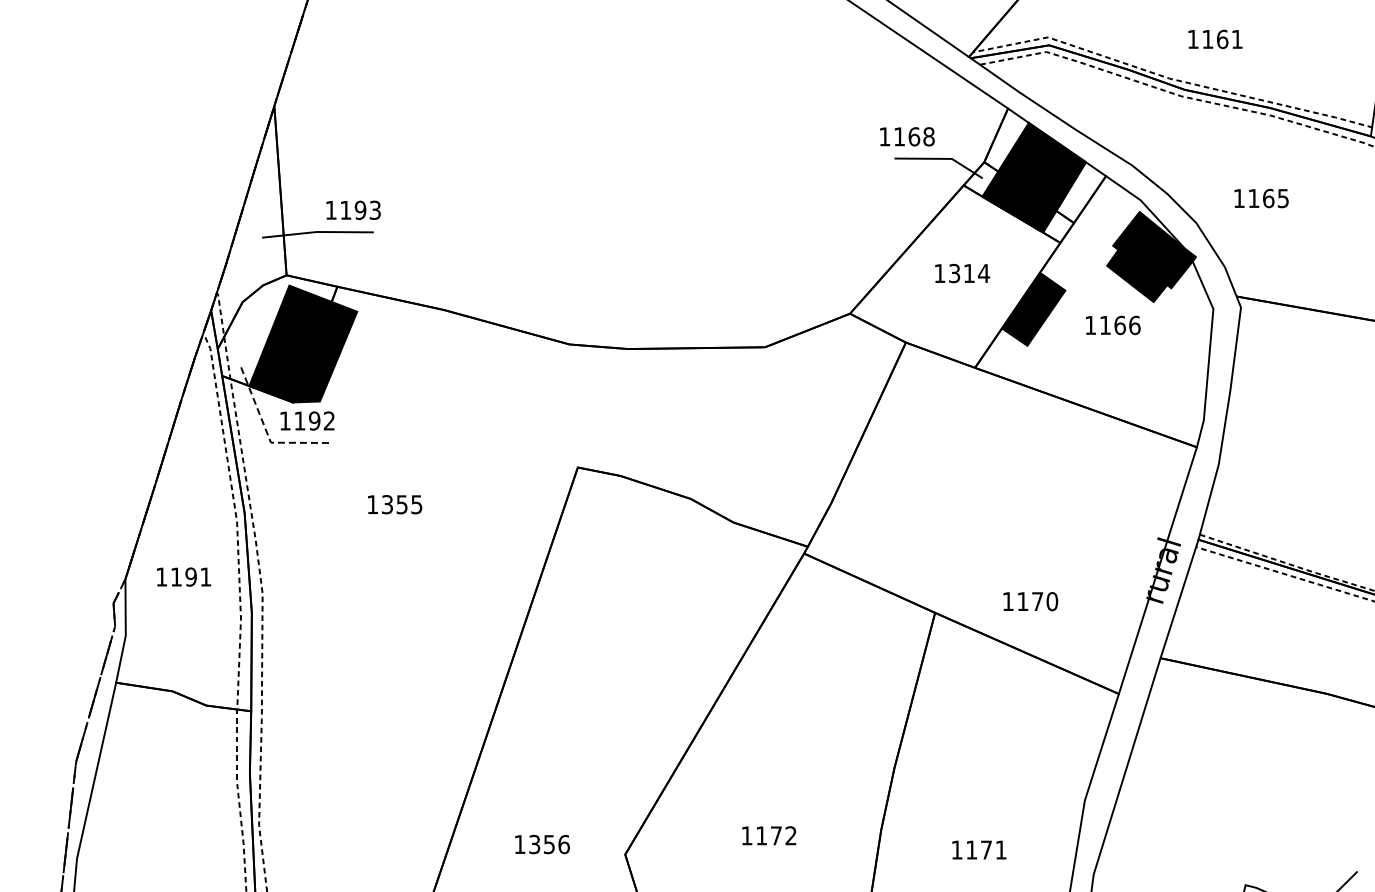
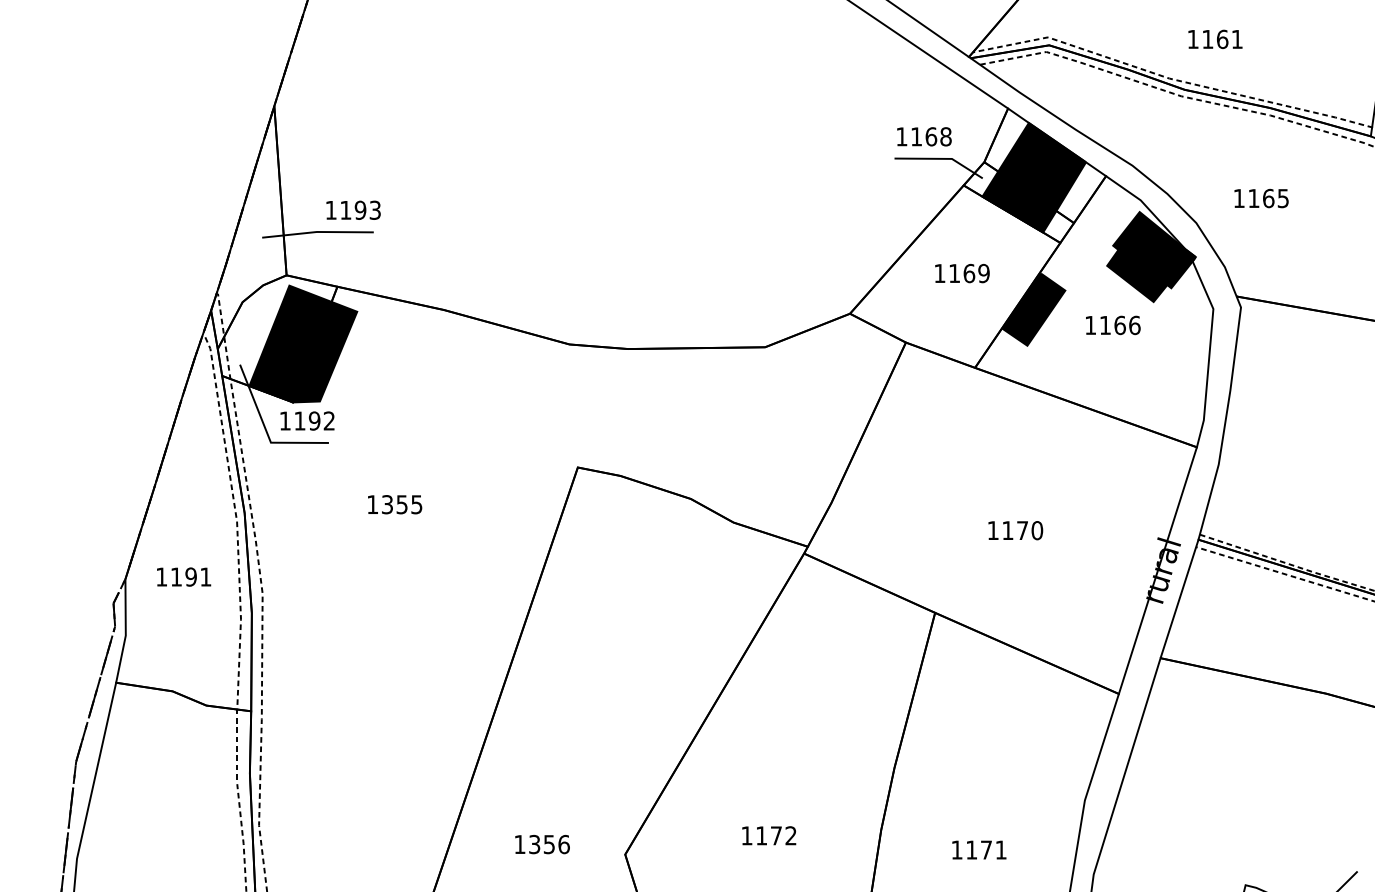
text at (907, 136) position: (907, 136) -> (924, 136)
text at (969, 273): 1314 -> 1169
line at (266, 430): dashed -> solid
text at (1030, 601) position: (1030, 601) -> (1015, 530)
